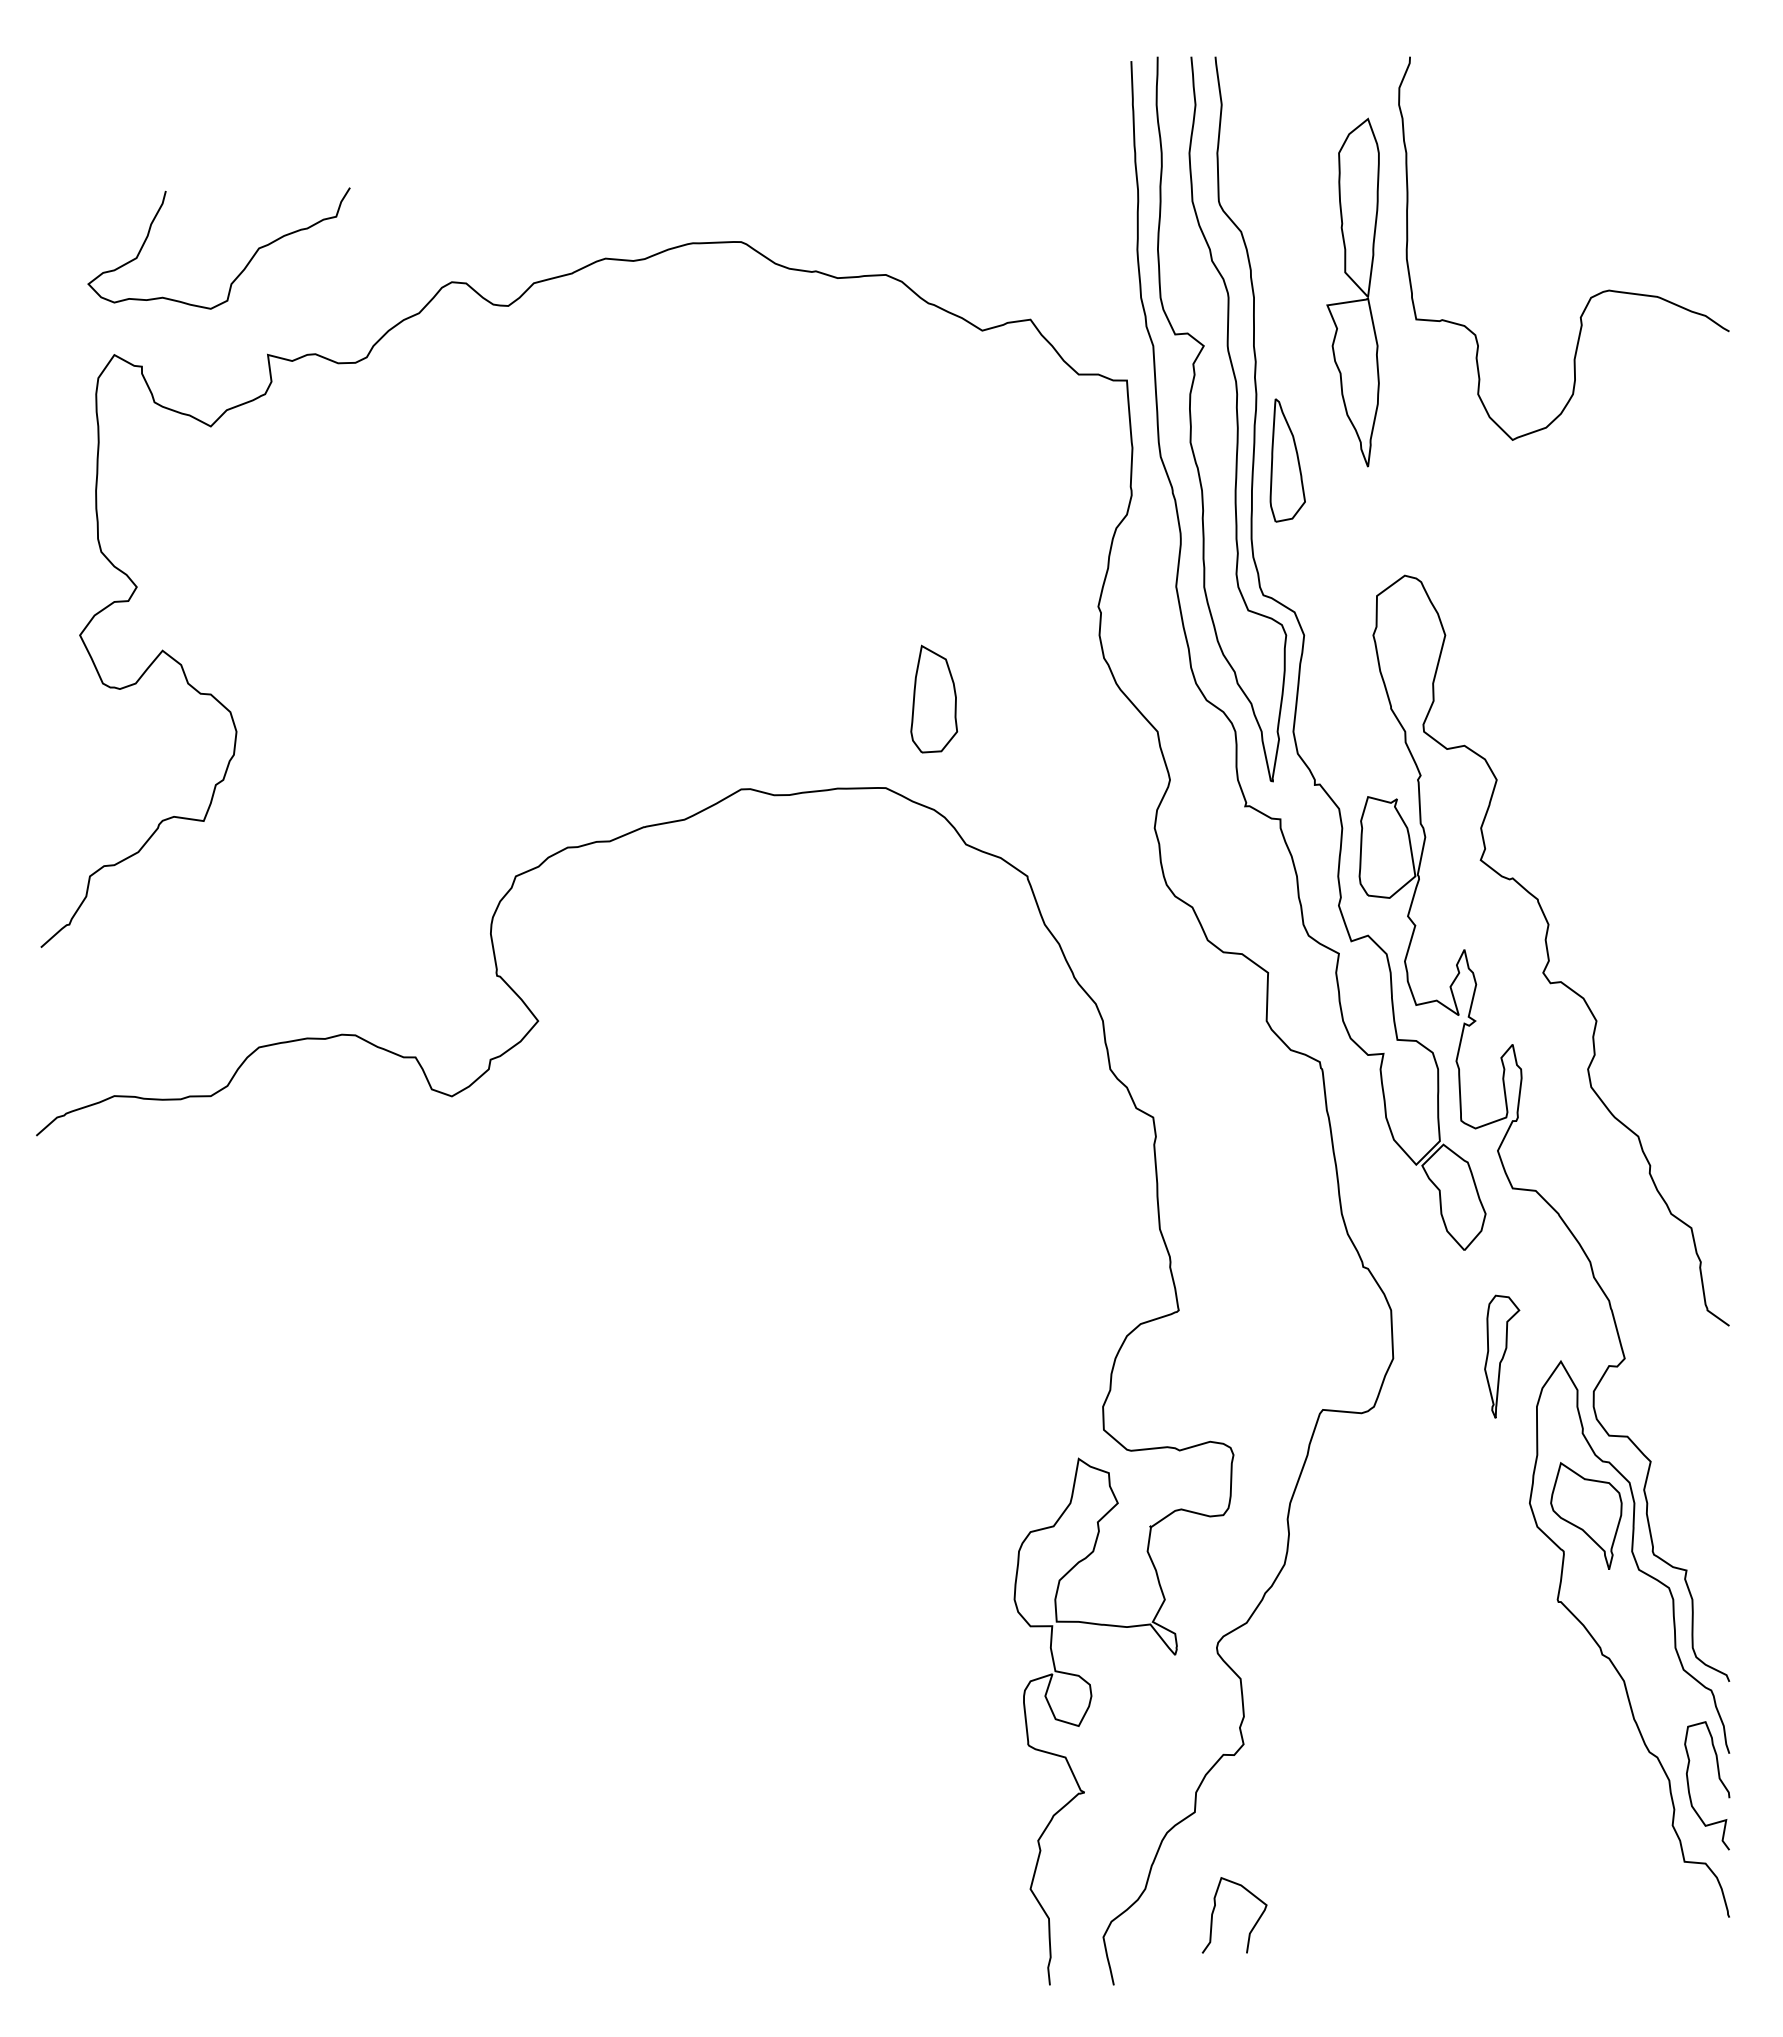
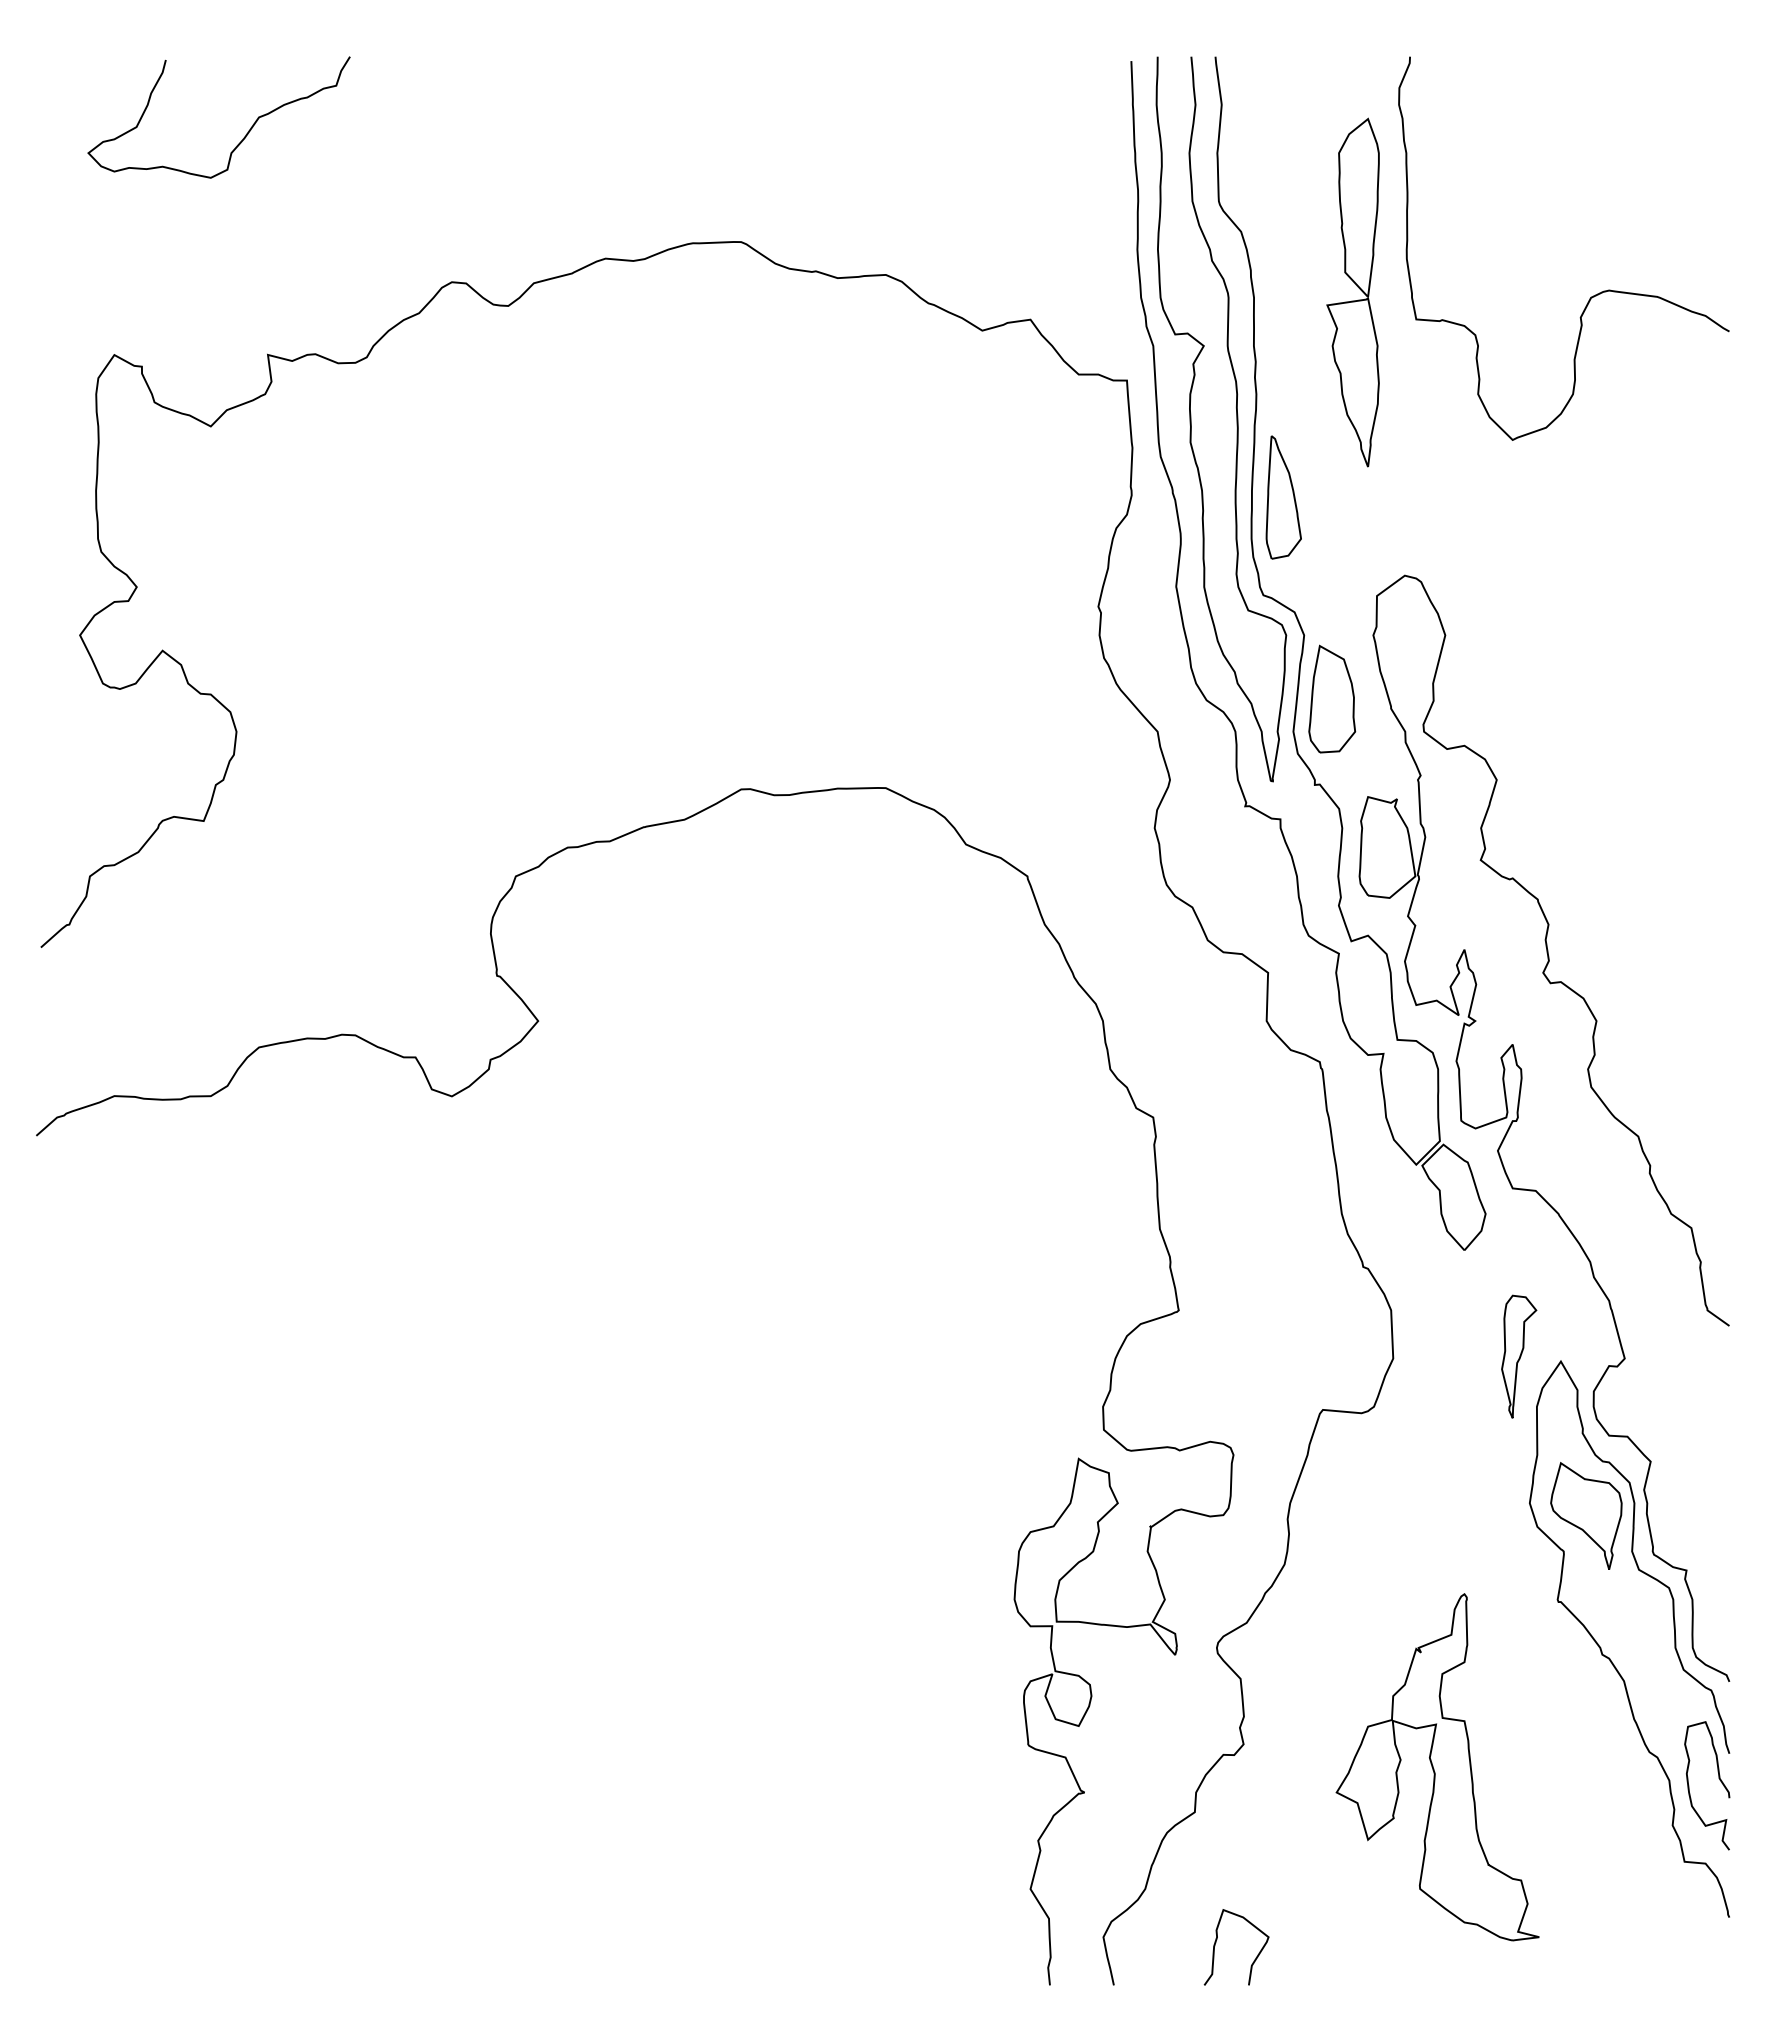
curve at (245, 265) position: (245, 265) -> (245, 134)
part at (1287, 460) position: (1287, 460) -> (1283, 497)
part at (934, 698) position: (934, 698) -> (1332, 698)
part at (1502, 1356) position: (1502, 1356) -> (1519, 1356)
part at (1437, 1767): none -> present
curve at (1215, 1907) position: (1215, 1907) -> (1217, 1939)
